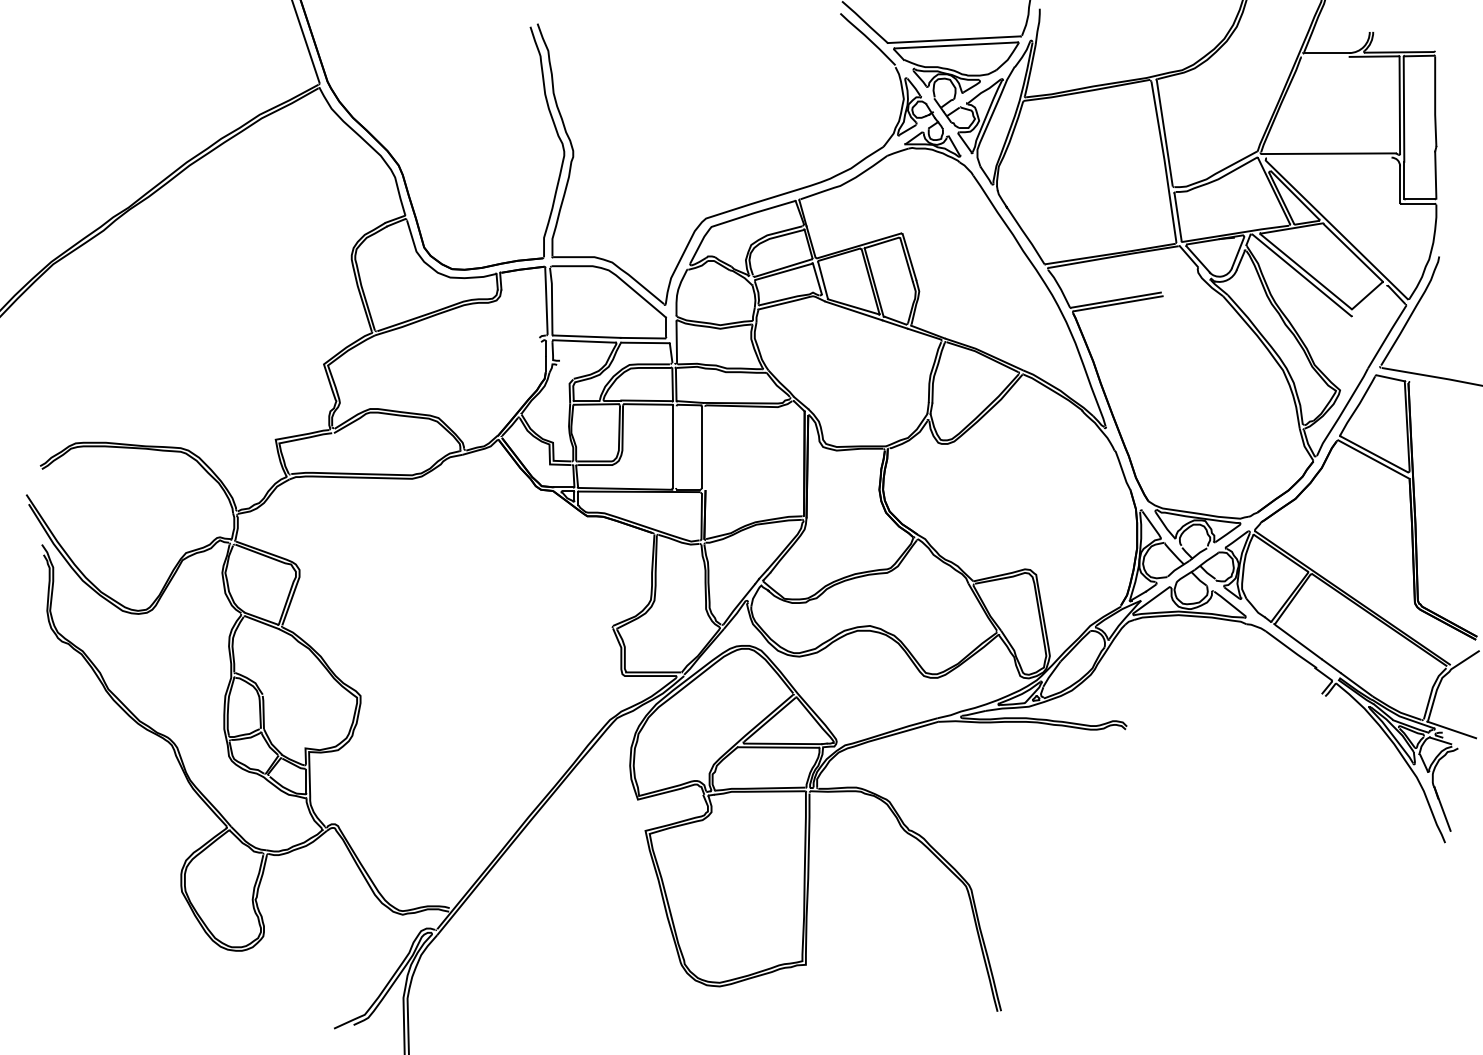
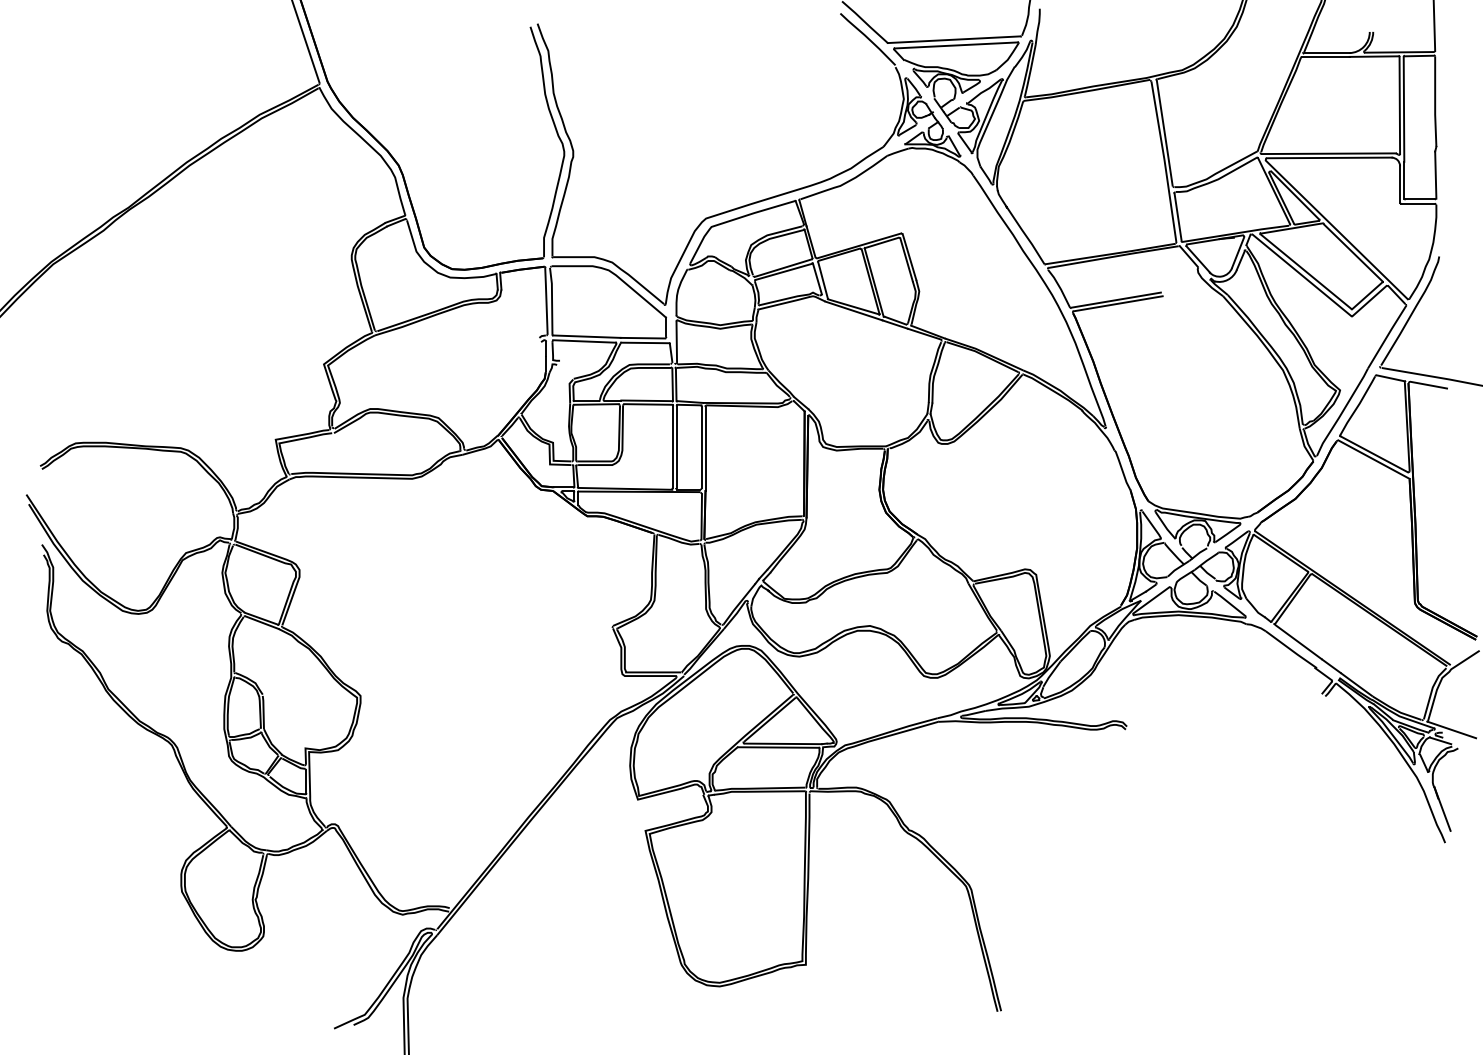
line at (1434, 26): none -> present
line at (1325, 56): none -> present
line at (1329, 157): none -> present
line at (1369, 301): none -> present
line at (1428, 384): none -> present
line at (676, 446): none -> present
line at (705, 449): none -> present
